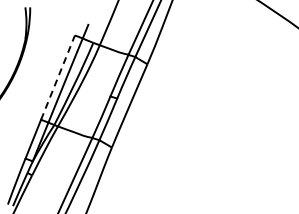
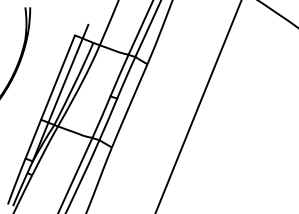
line at (58, 77): dashed -> solid
line at (198, 106): none -> present
